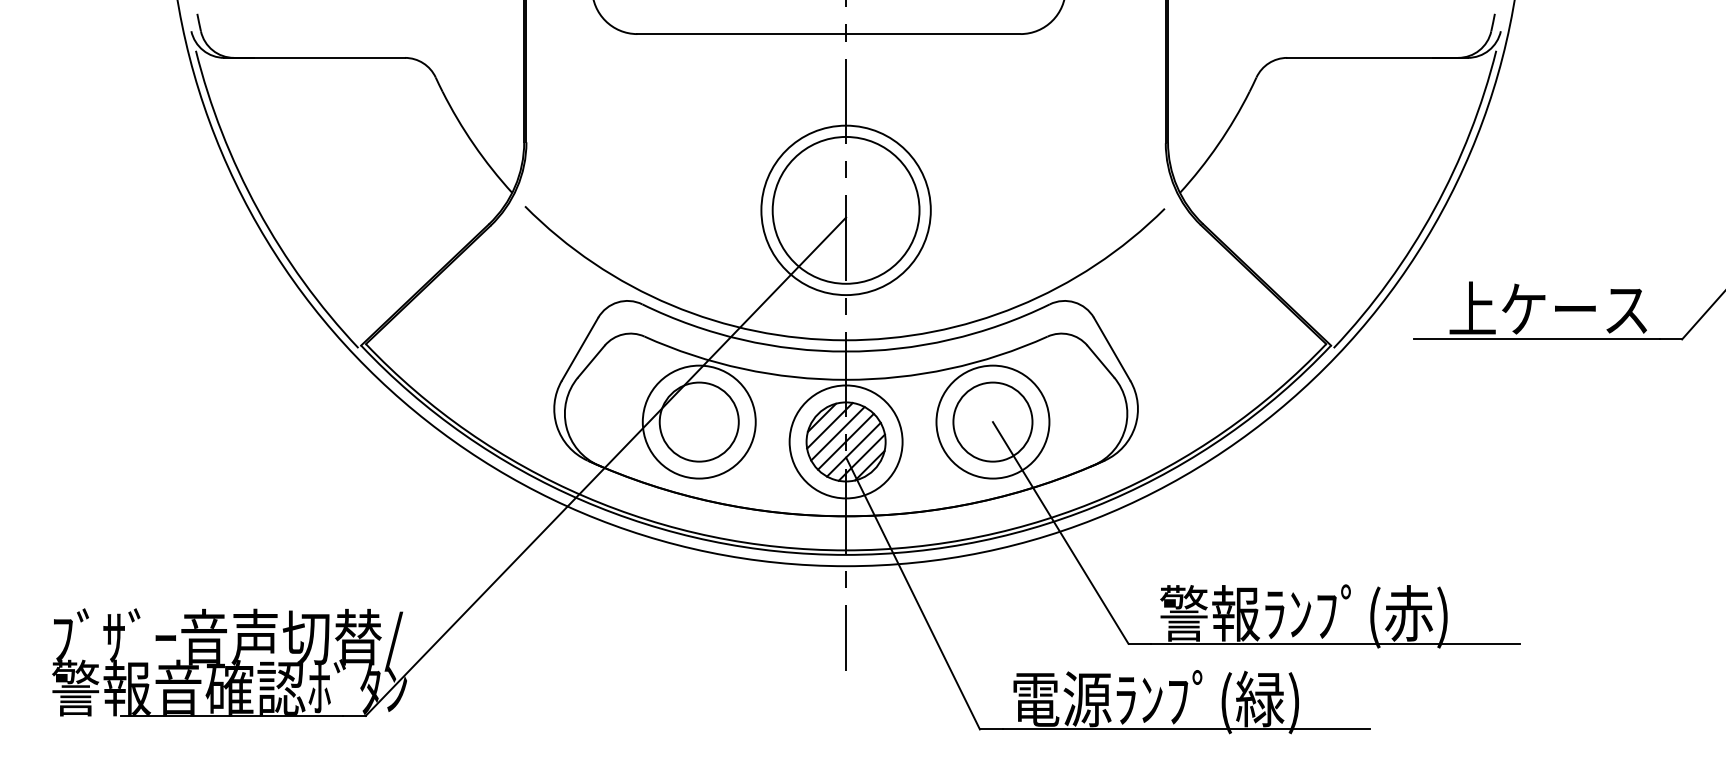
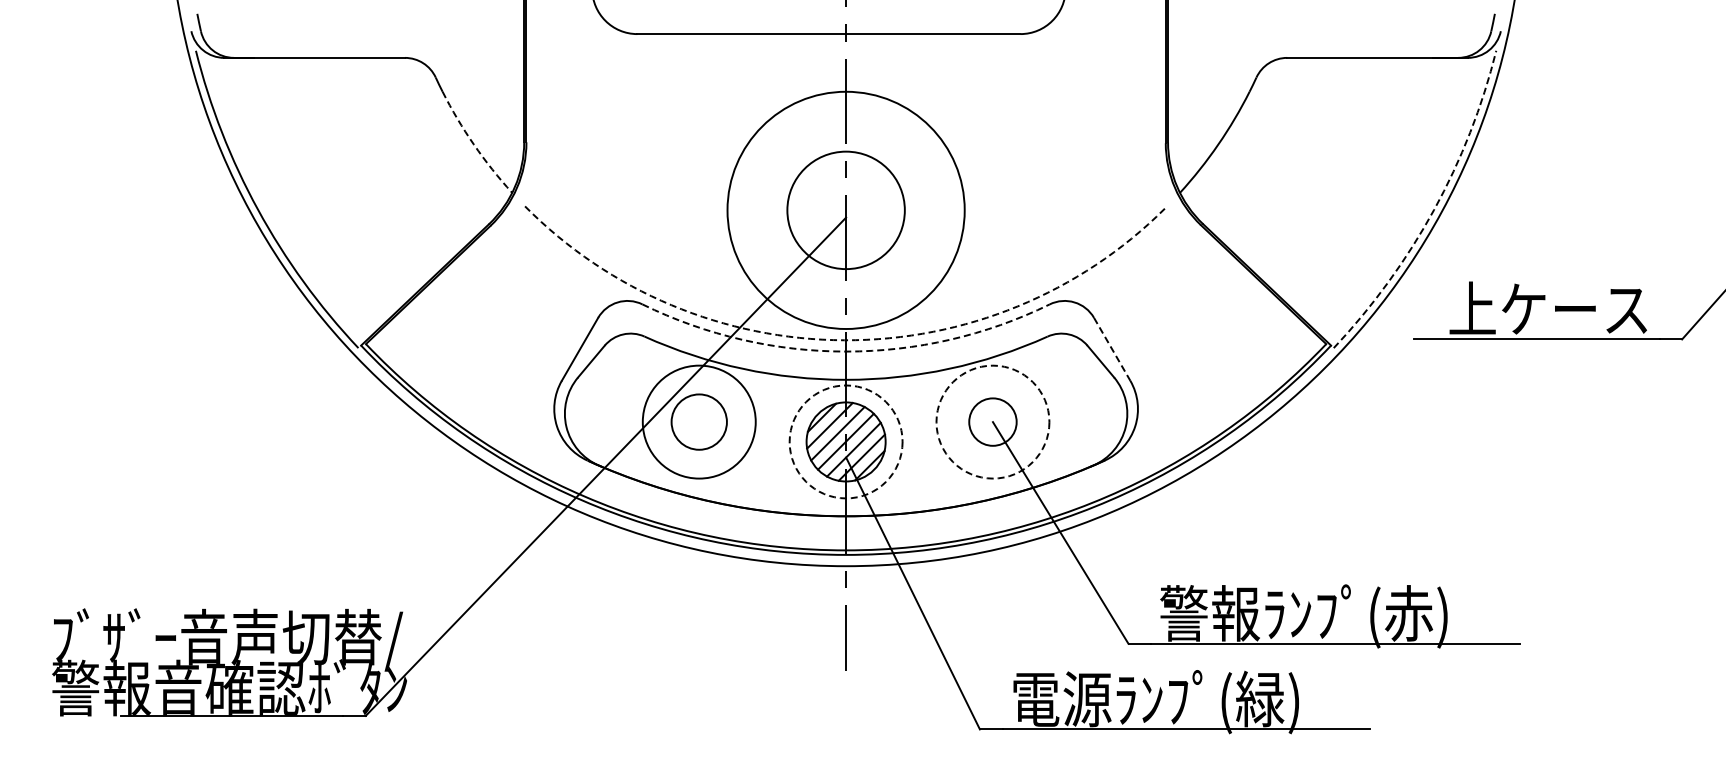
arc at (473, 144): solid -> dashed
circle at (845, 209) diameter: 147 px -> 117 px
arc at (1434, 209): solid -> dashed
circle at (845, 210) diameter: 169 px -> 237 px
arc at (844, 340): solid -> dashed
line at (1112, 349): solid -> dashed
arc at (846, 351): solid -> dashed
circle at (698, 421) diameter: 79 px -> 55 px
circle at (992, 421) diameter: 79 px -> 47 px
circle at (992, 421): solid -> dashed
circle at (845, 441): solid -> dashed
